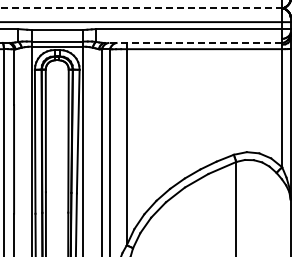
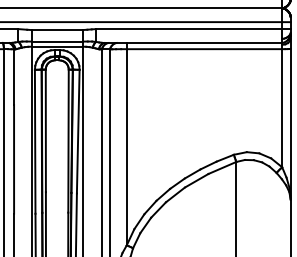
line at (141, 8): dashed -> solid
line at (193, 43): dashed -> solid
